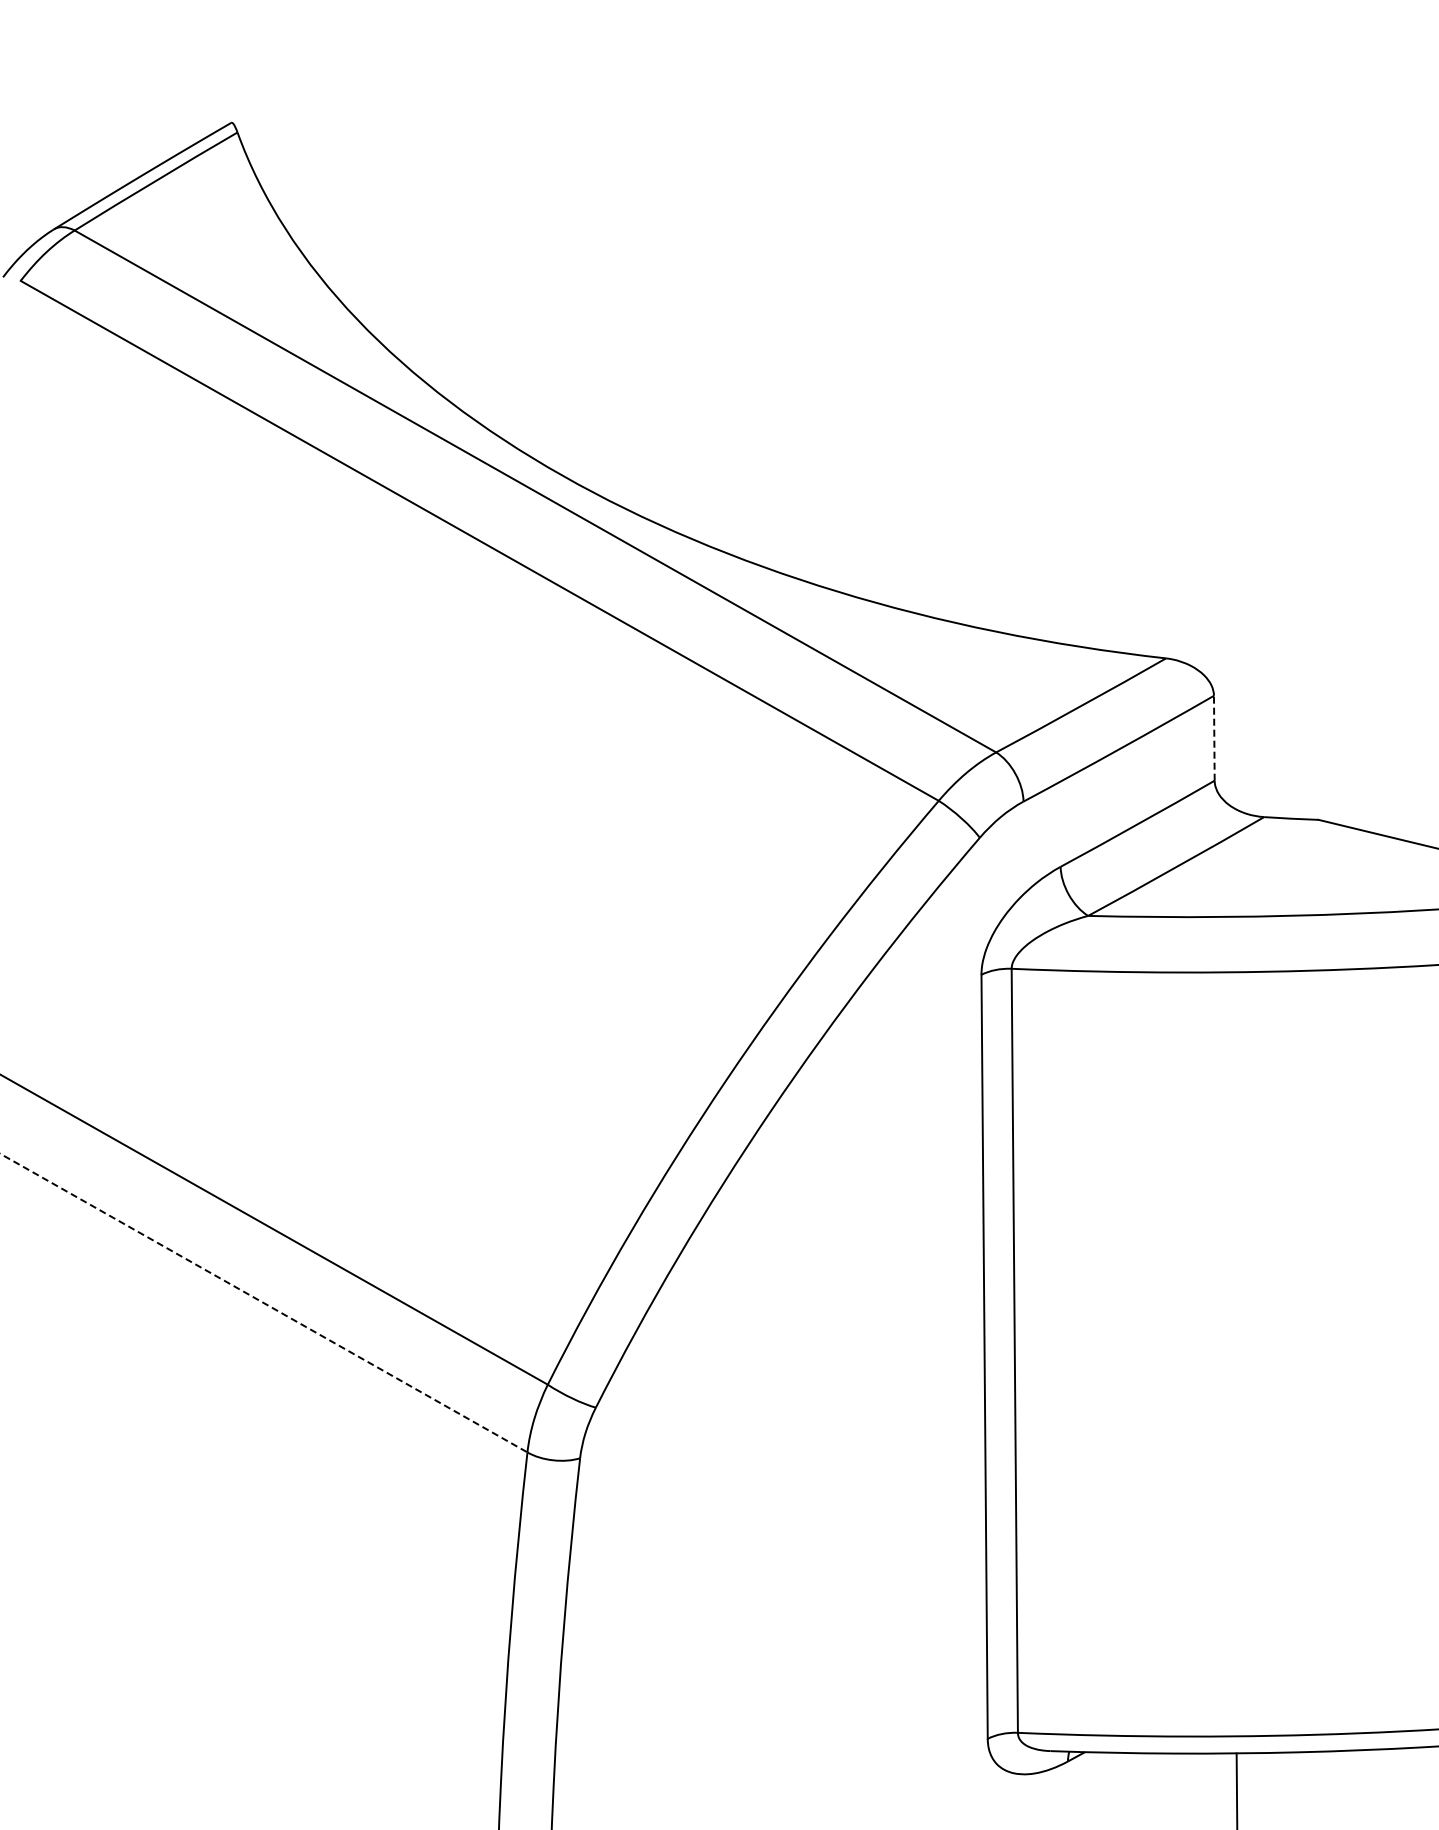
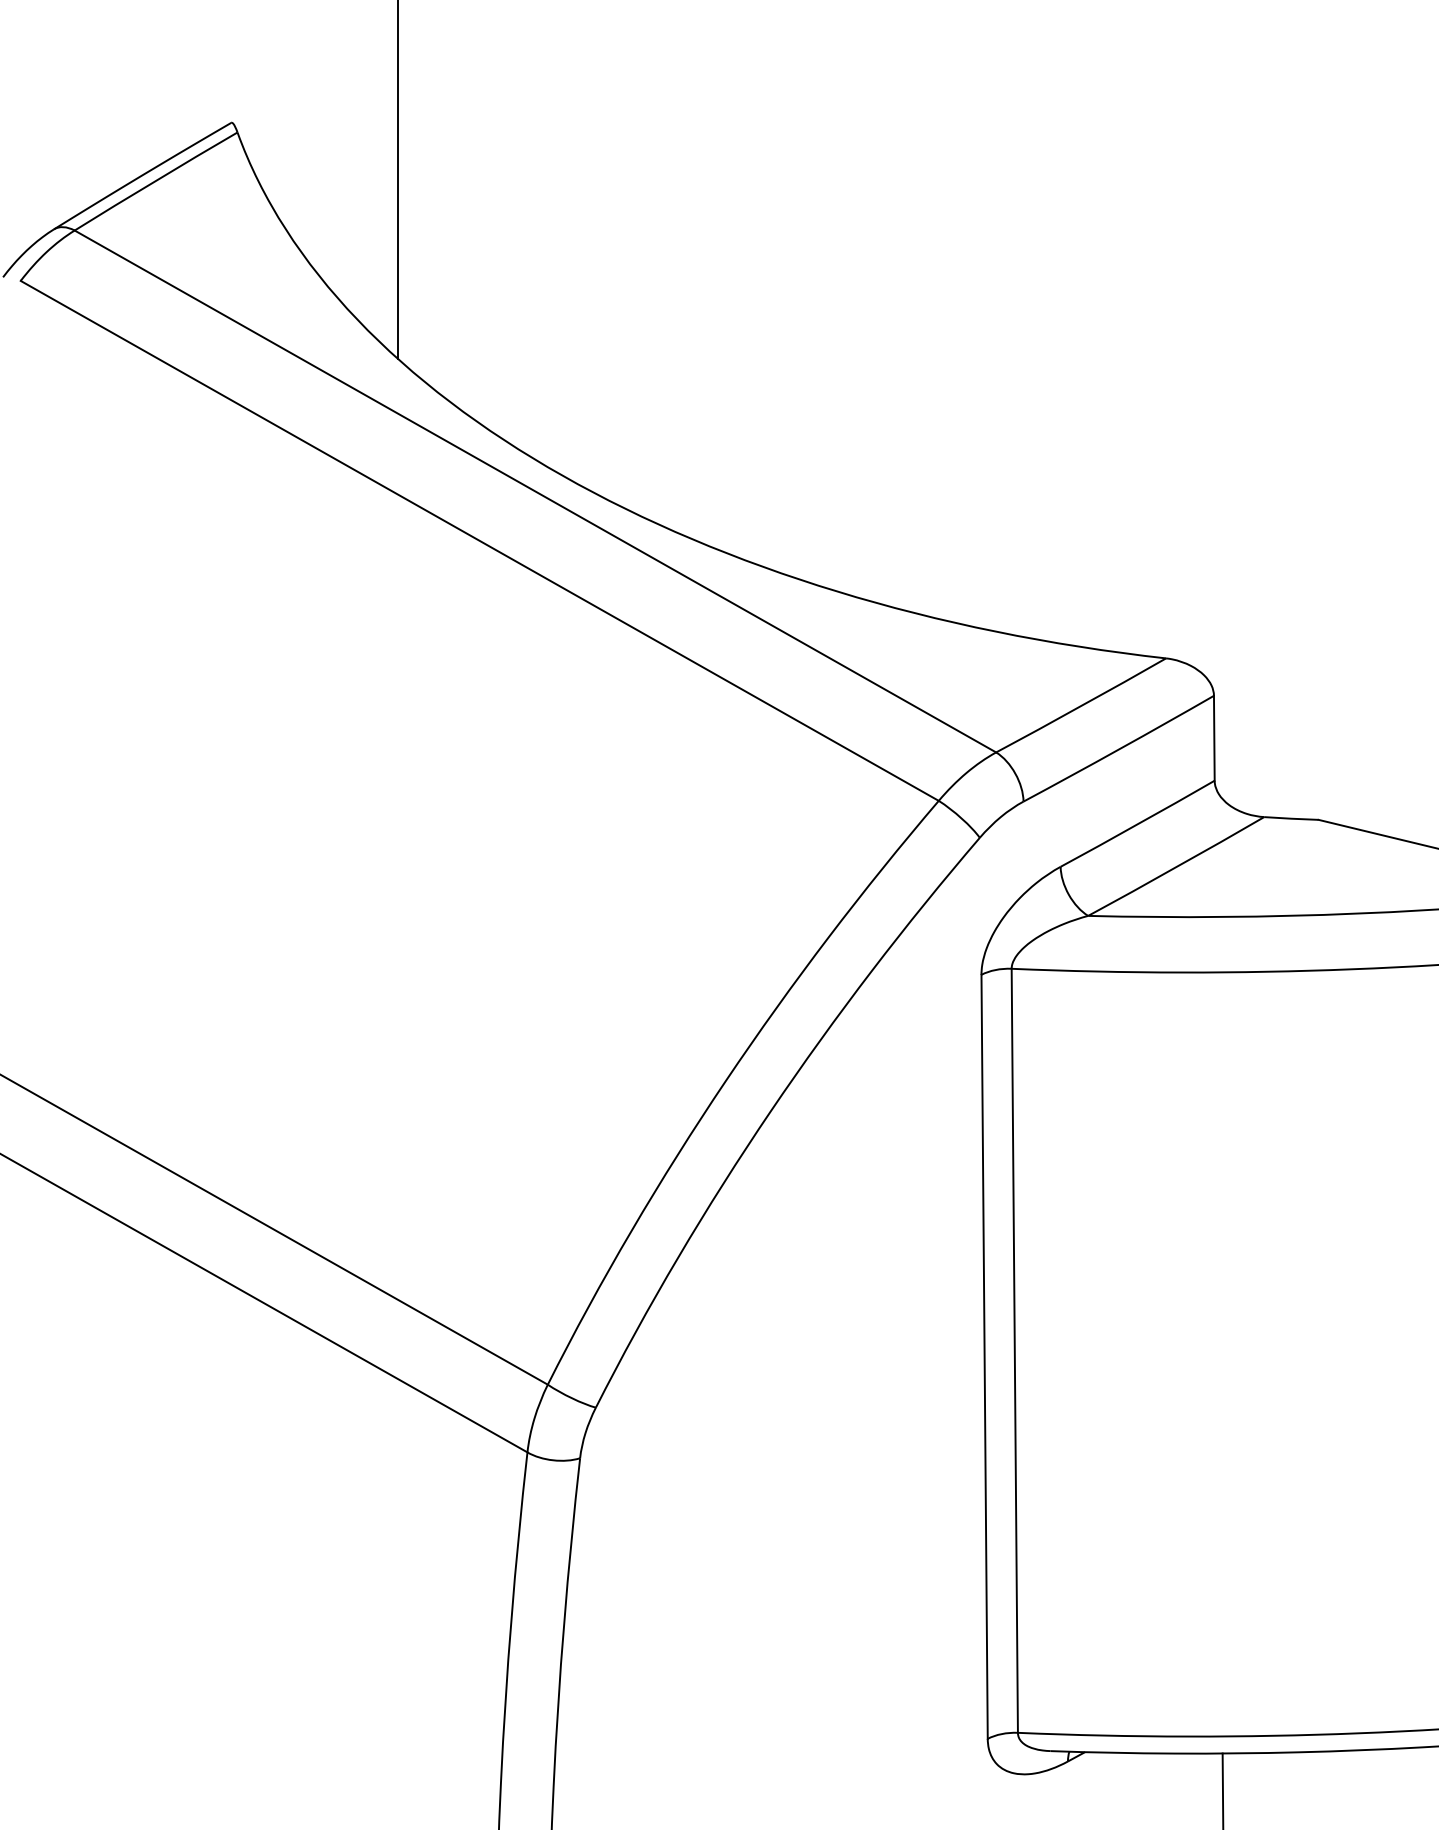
line at (398, 180): none -> present
line at (1214, 737): dashed -> solid
line at (263, 1303): dashed -> solid
line at (1236, 1789) position: (1236, 1789) -> (1222, 1789)
